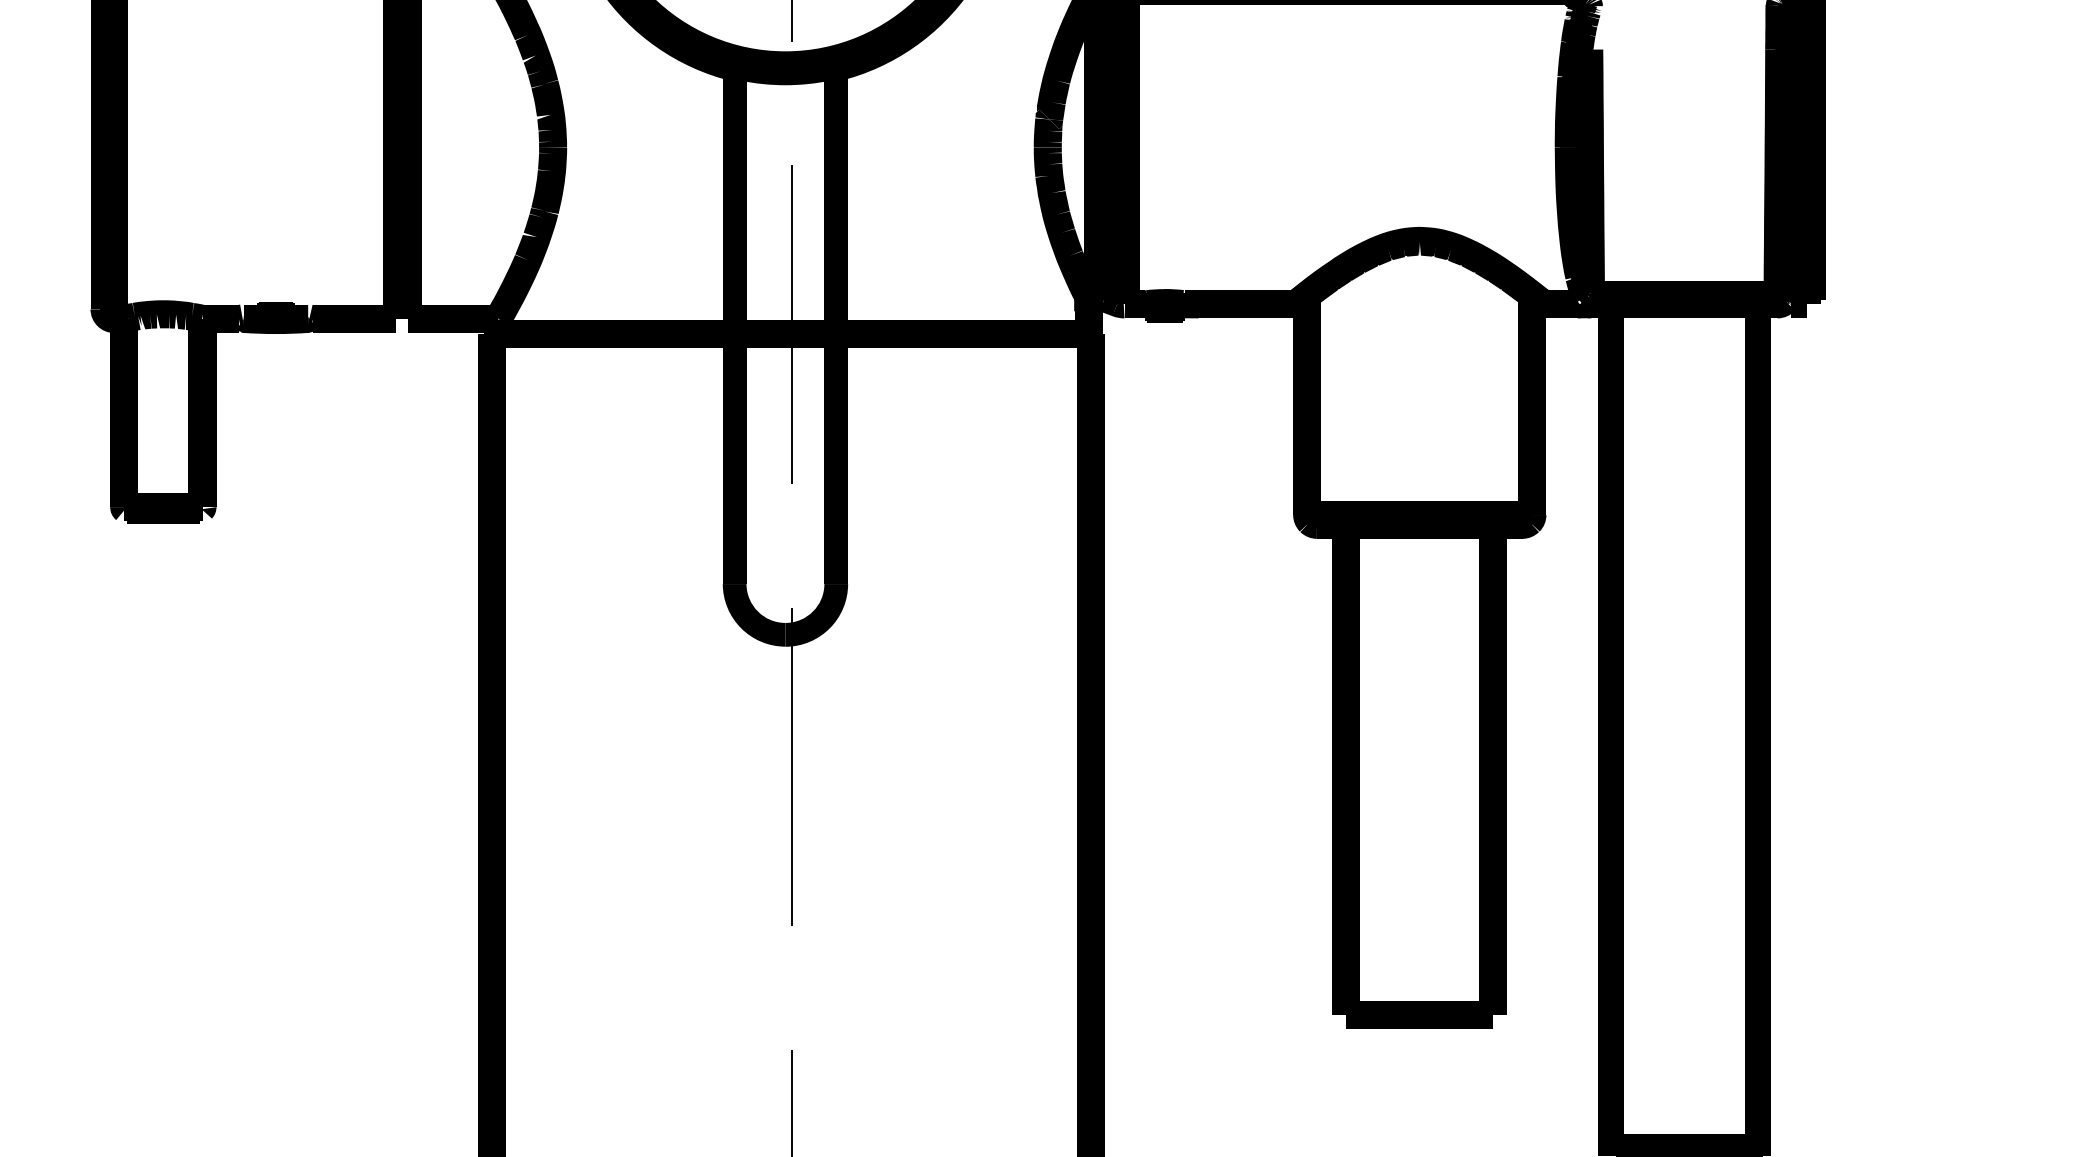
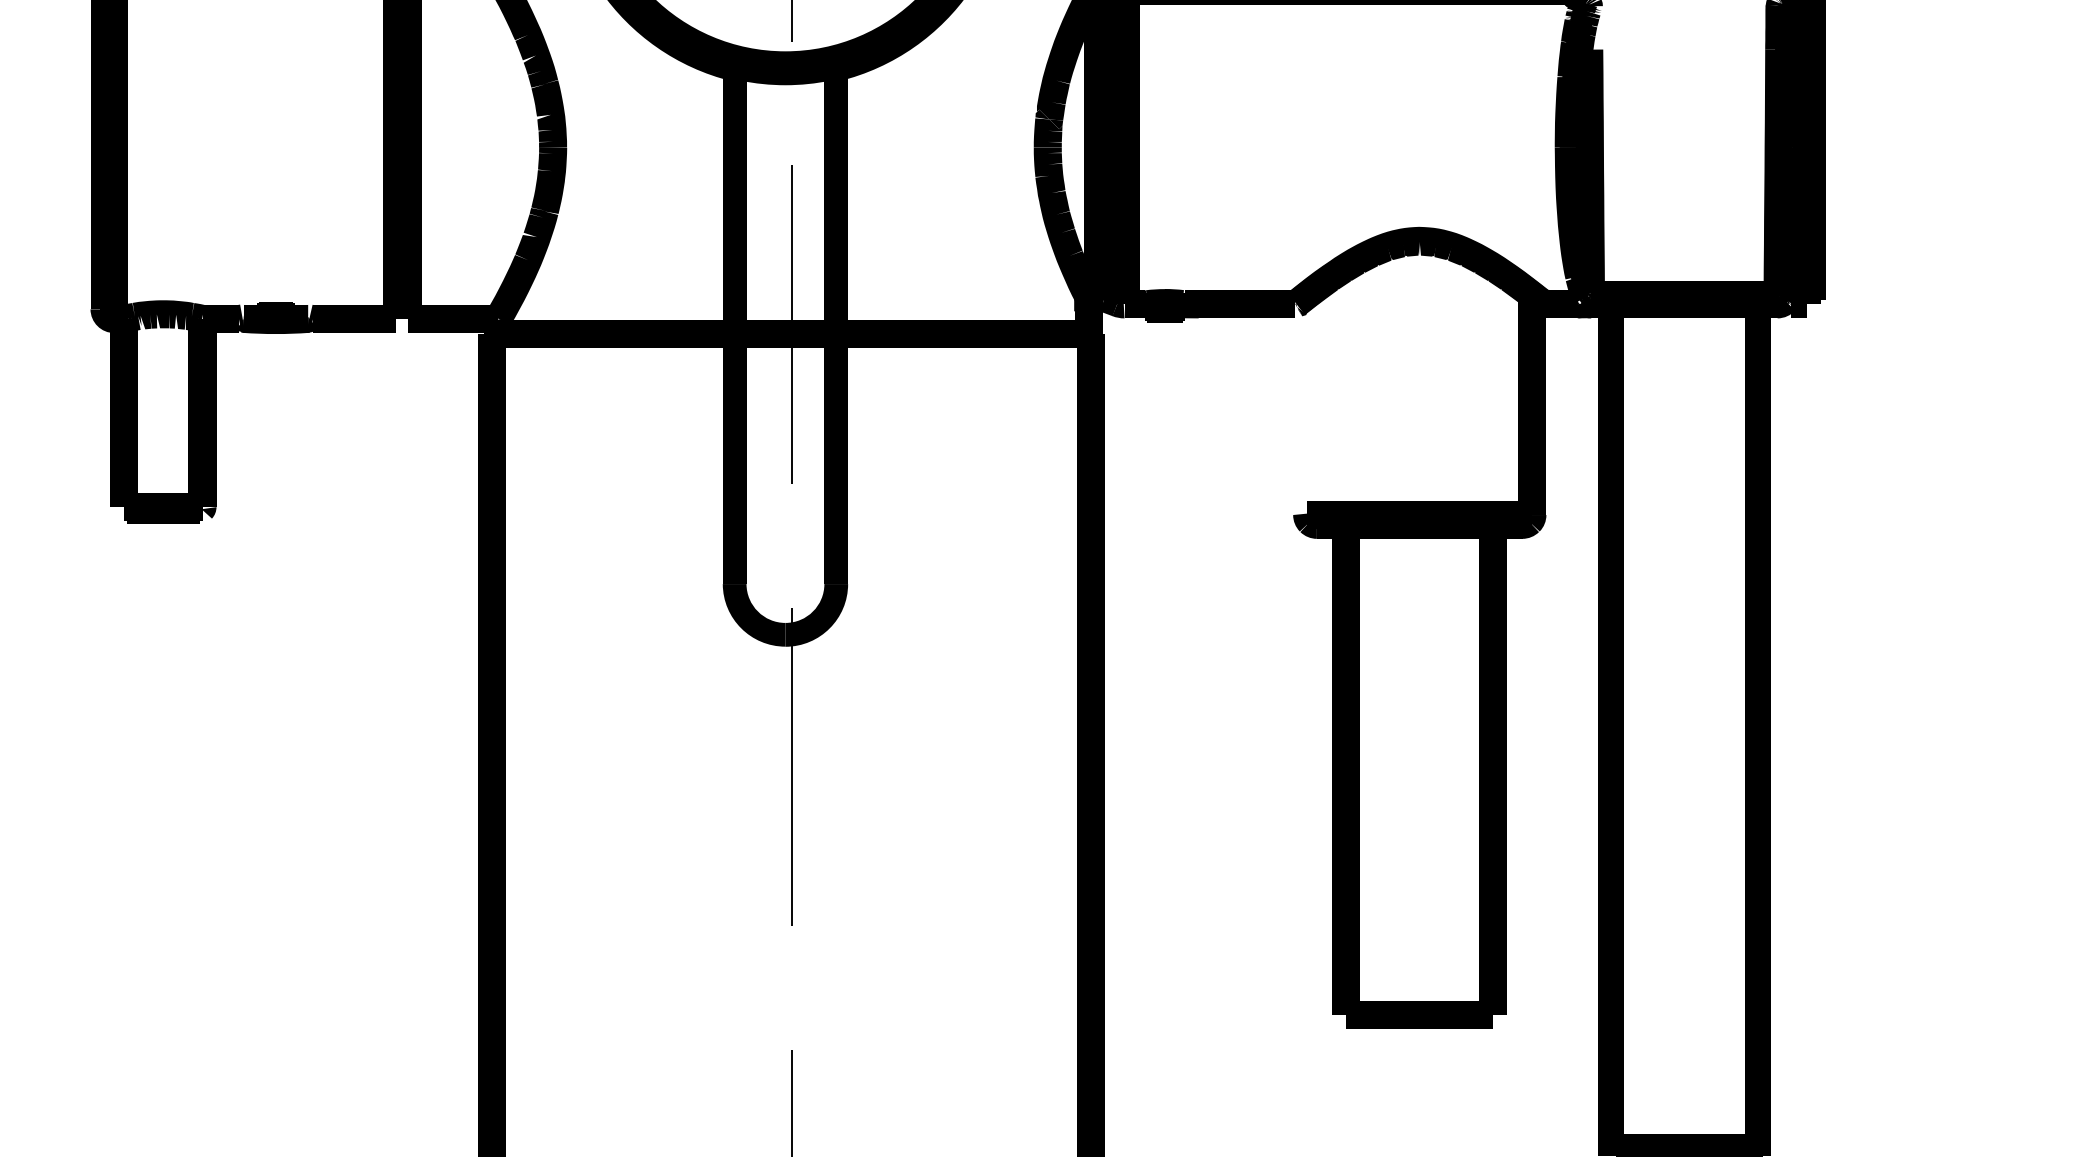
fill at (1307, 405): present -> none
fill at (118, 513): present -> none
